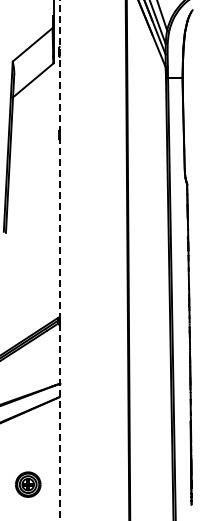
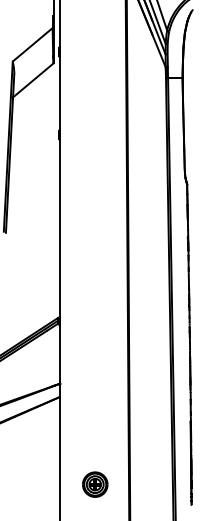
line at (60, 261): dashed -> solid
part at (28, 484) position: (28, 484) -> (95, 484)
